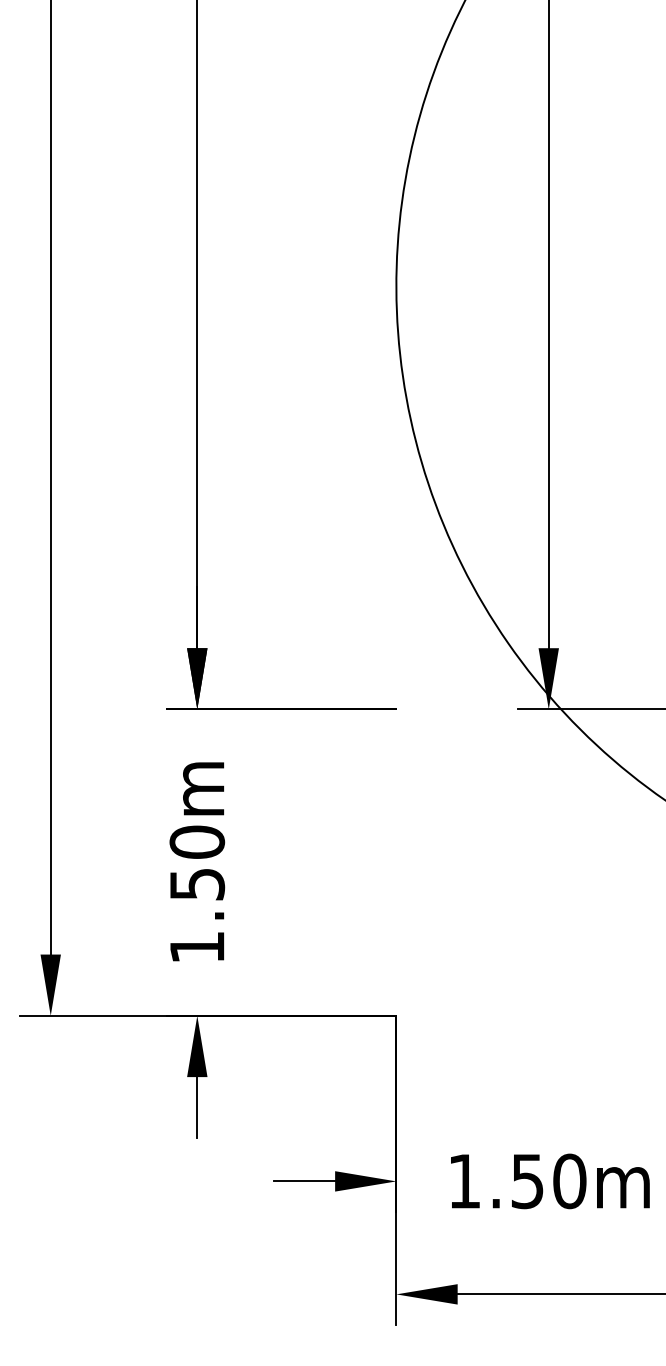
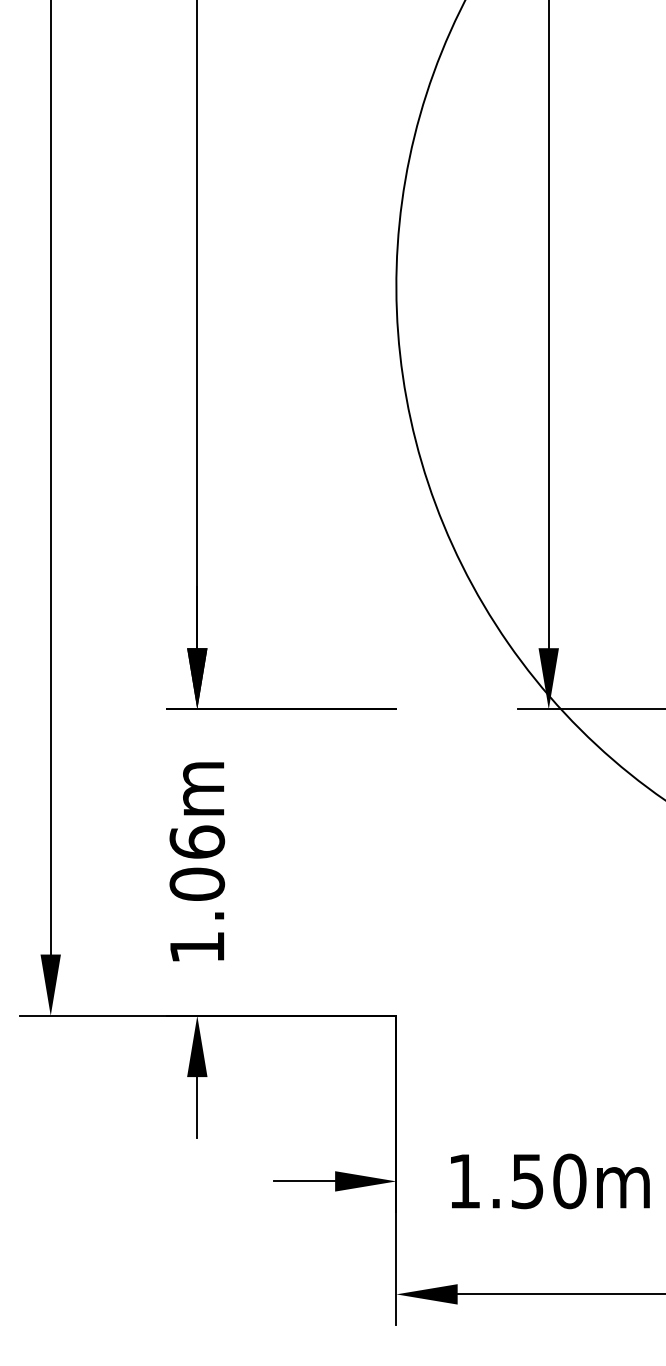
text at (197, 862): 1.50m -> 1.06m
